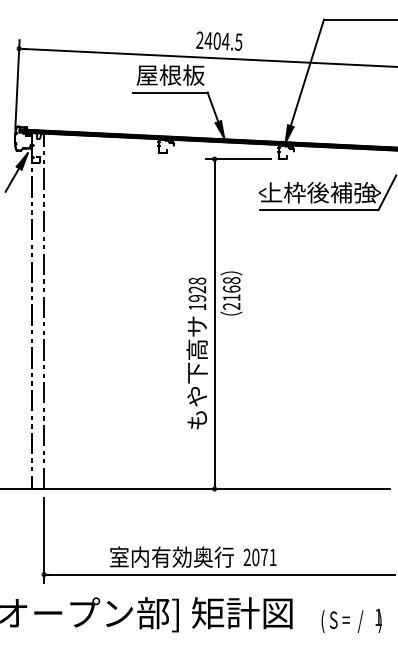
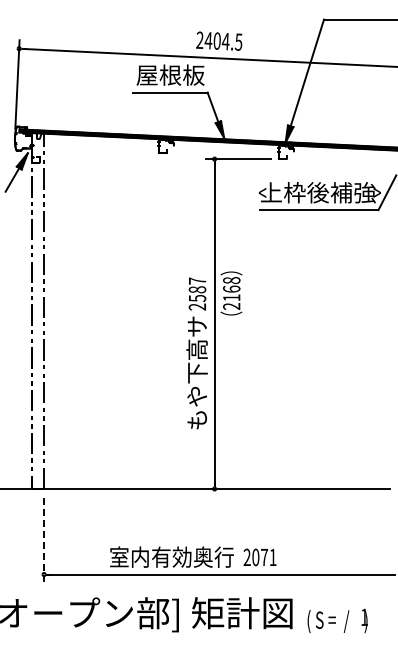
text at (197, 293): 1928 -> 2587
line at (44, 540): solid -> dashed
text at (351, 620) position: (351, 620) -> (337, 620)
